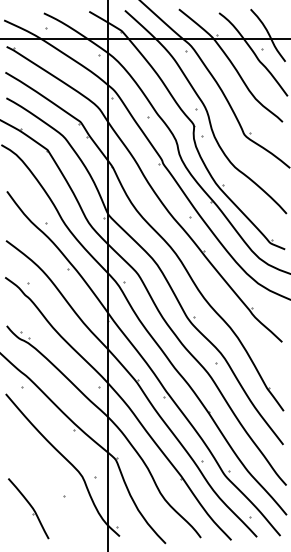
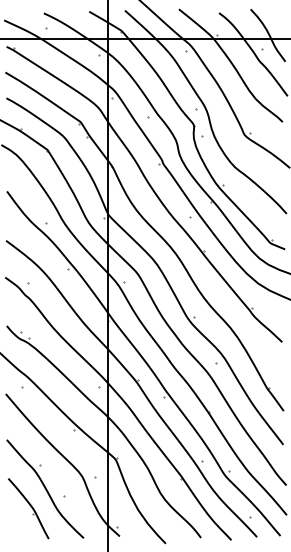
part at (45, 488): none -> present
